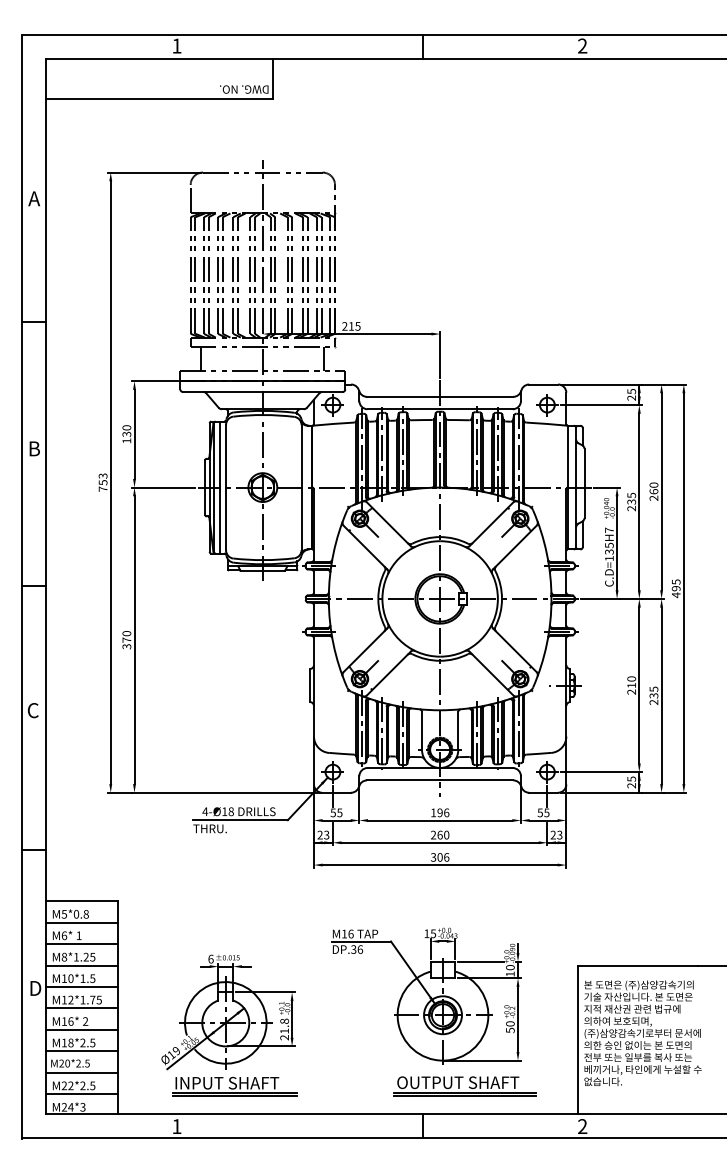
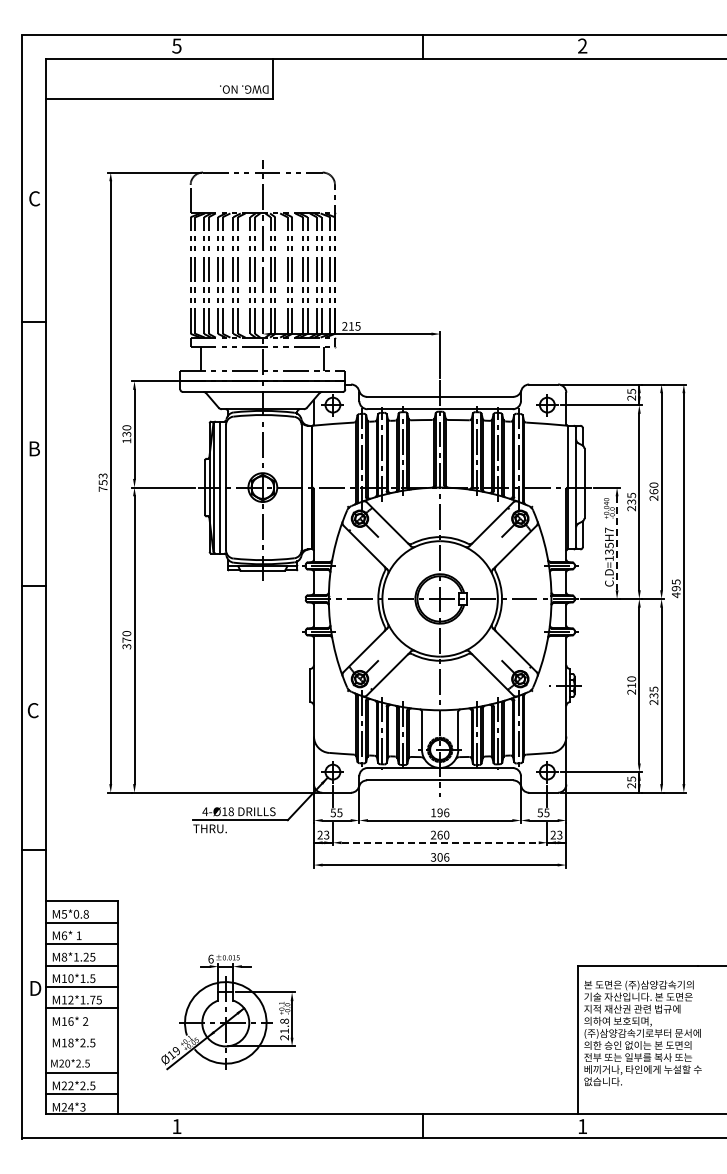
text at (176, 45): 1 -> 5
text at (34, 198): A -> C
line at (617, 543): solid -> dashed
line at (440, 842): solid -> dashed
part at (426, 995): present -> none
line at (81, 1029): present -> none
line at (81, 1051): present -> none
part at (234, 1086): present -> none
part at (464, 1086): present -> none
text at (582, 1126): 2 -> 1
